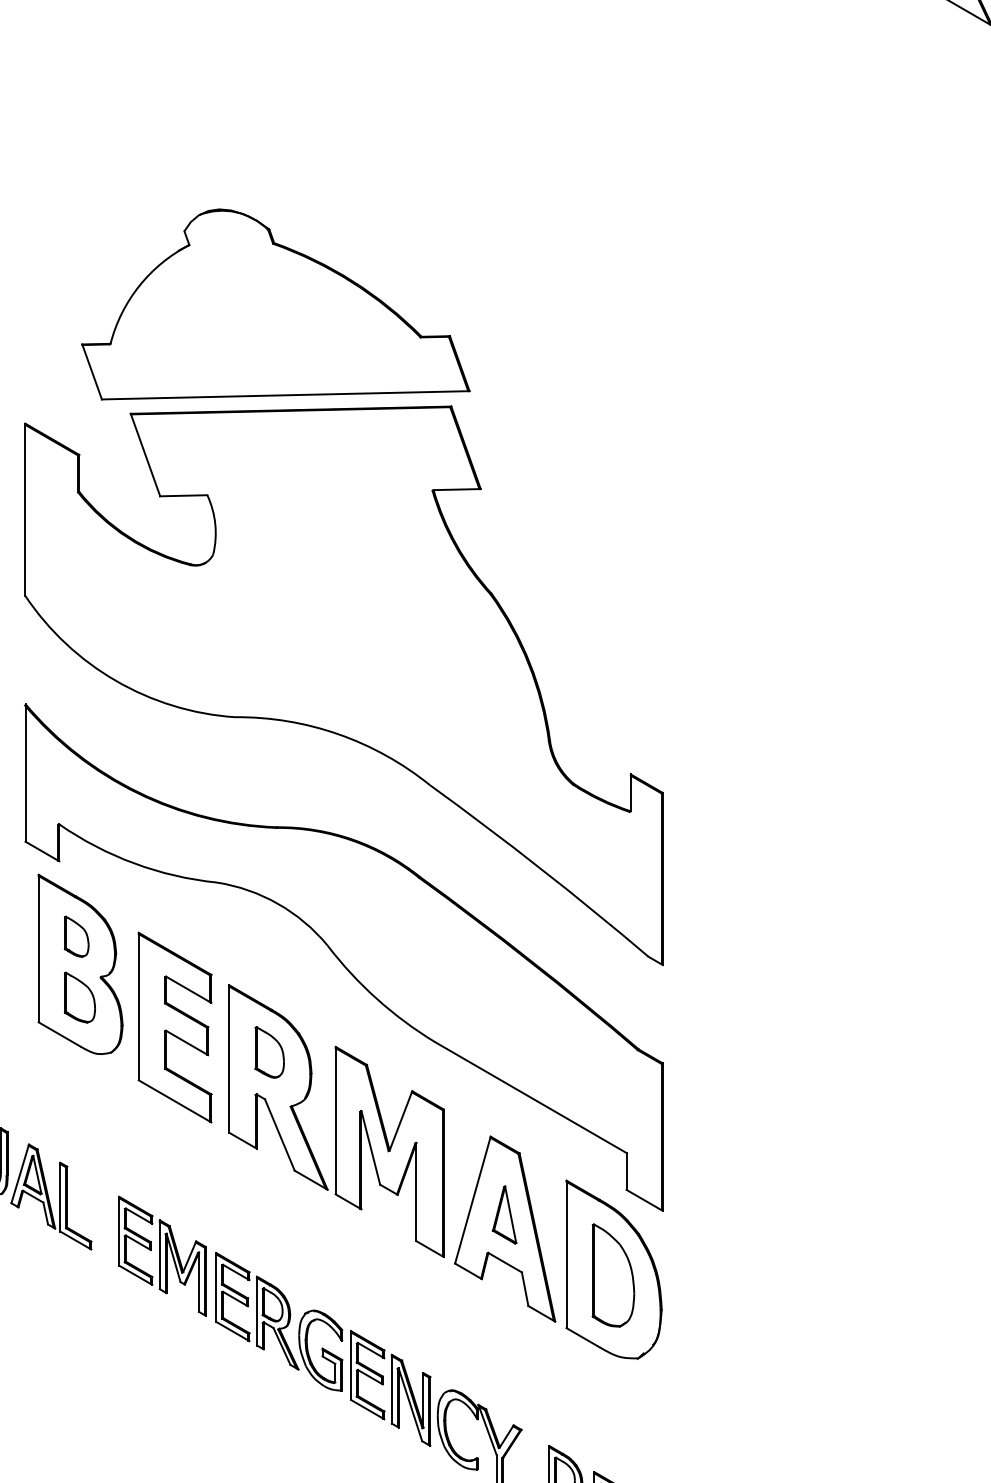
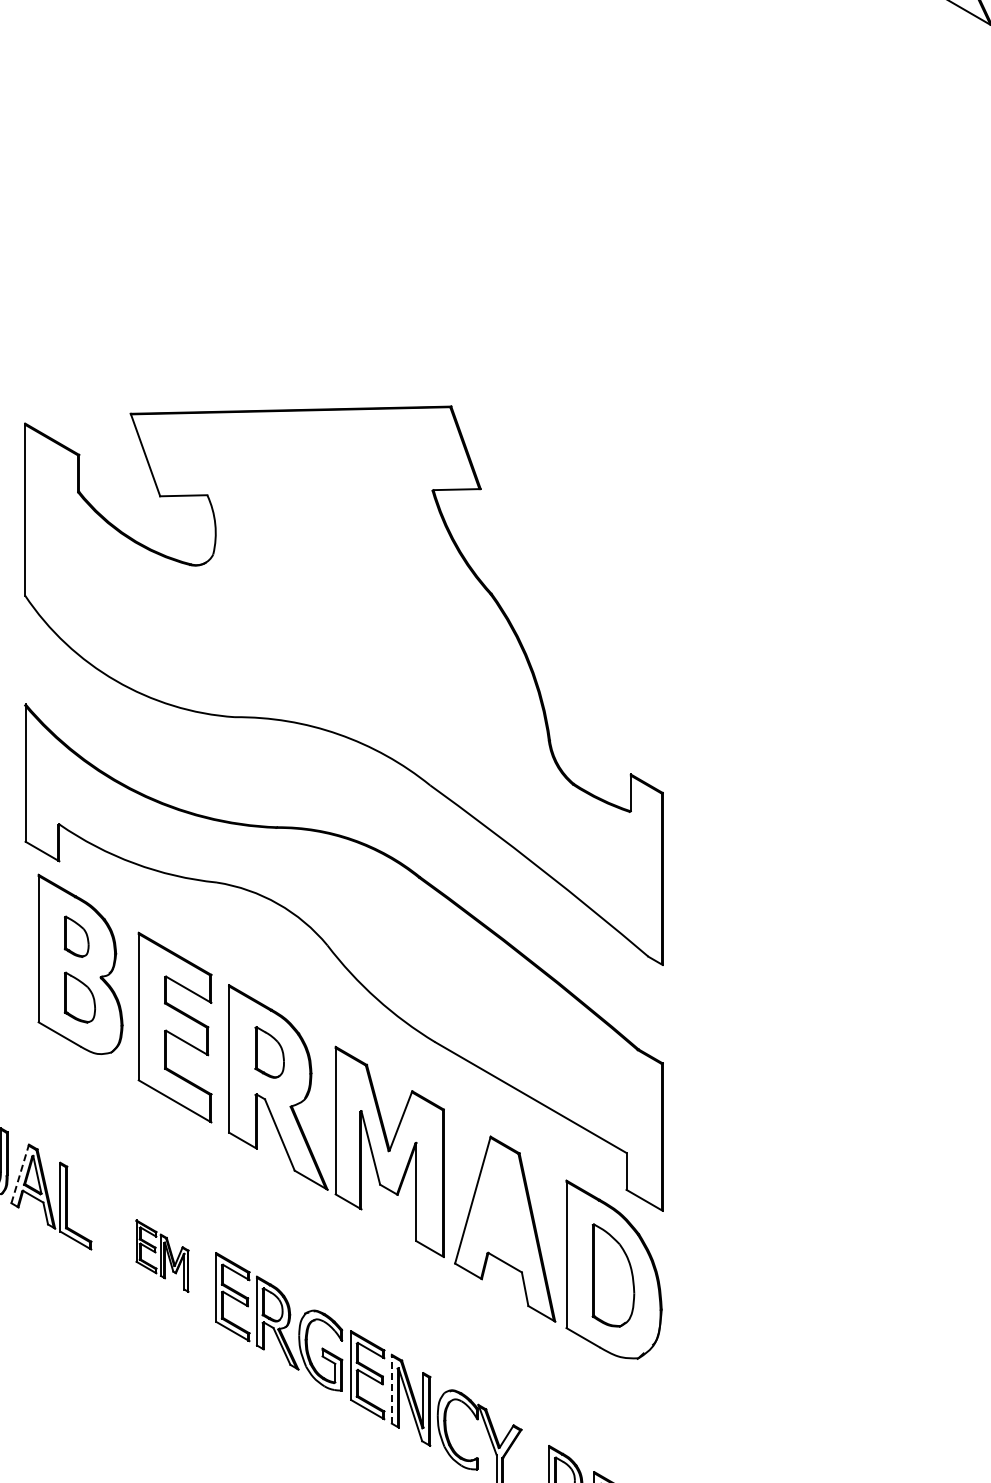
part at (275, 304): present -> none
line at (20, 1173): solid -> dashed
part at (504, 1214): present -> none
part at (162, 1255) size: 89x122 px -> 55x74 px
line at (391, 1388): solid -> dashed
